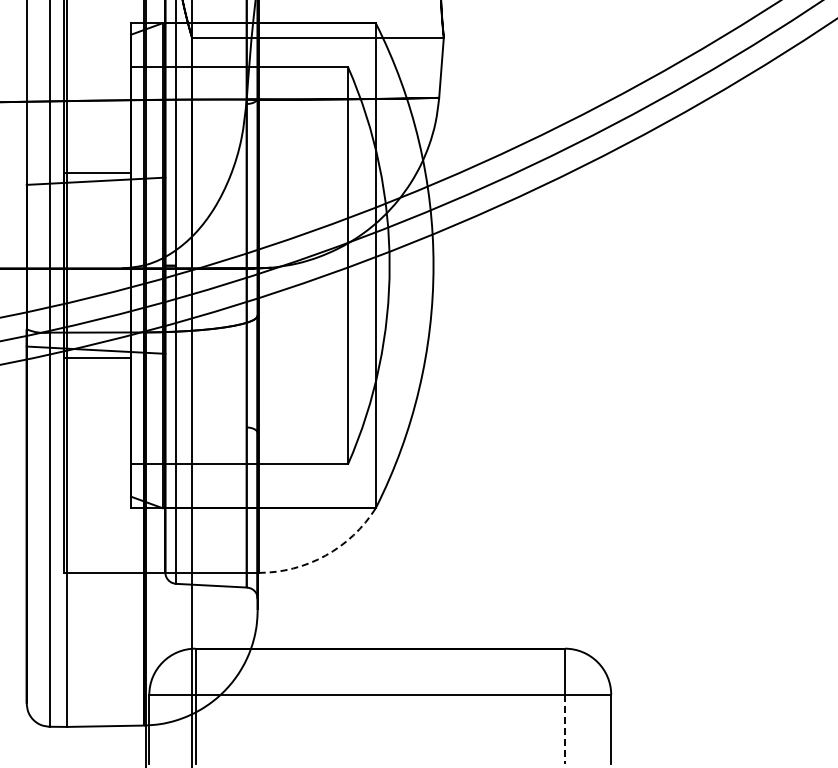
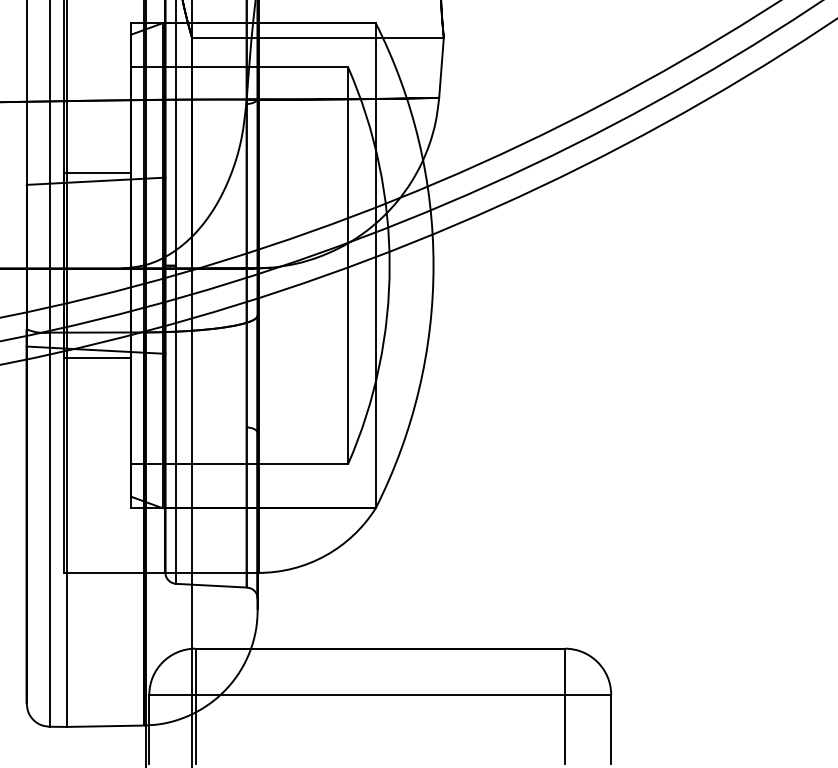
arc at (325, 555): dashed -> solid
line at (565, 729): dashed -> solid
